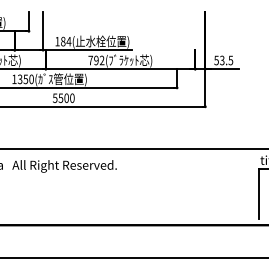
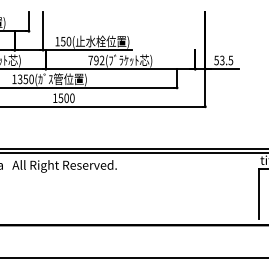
text at (65, 41): 184( -> 150(
text at (55, 97): 5500 -> 1500
line at (133, 152): none -> present
